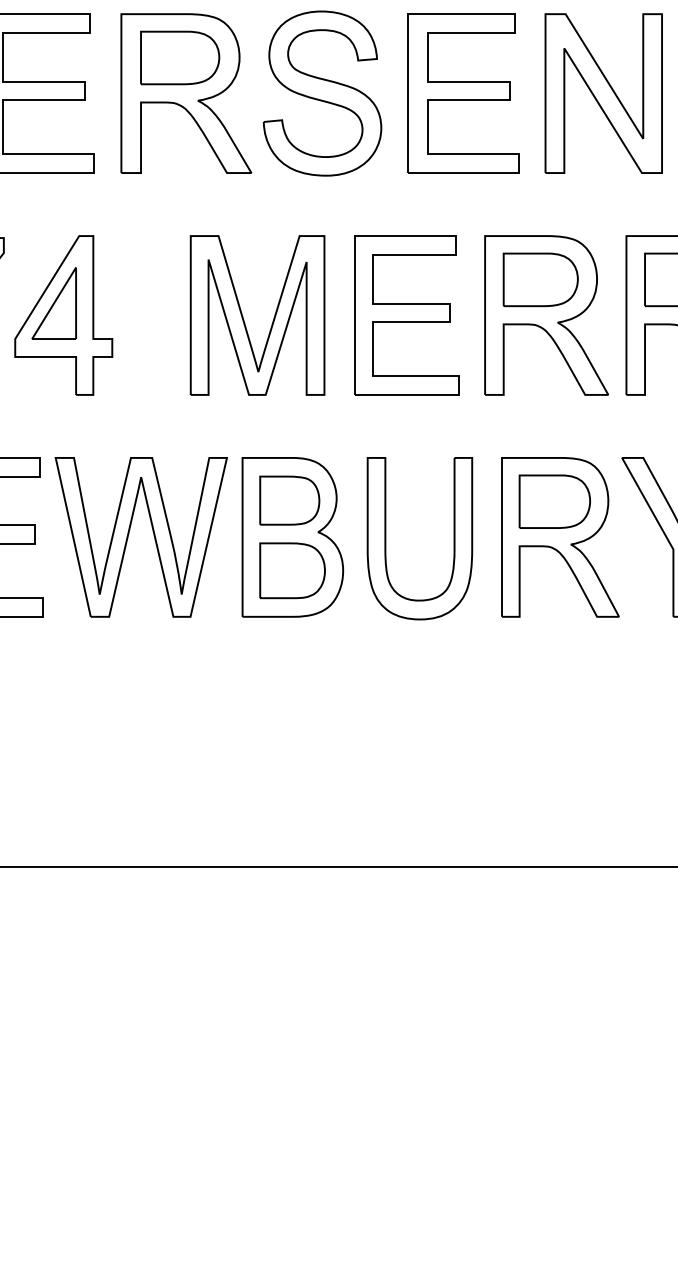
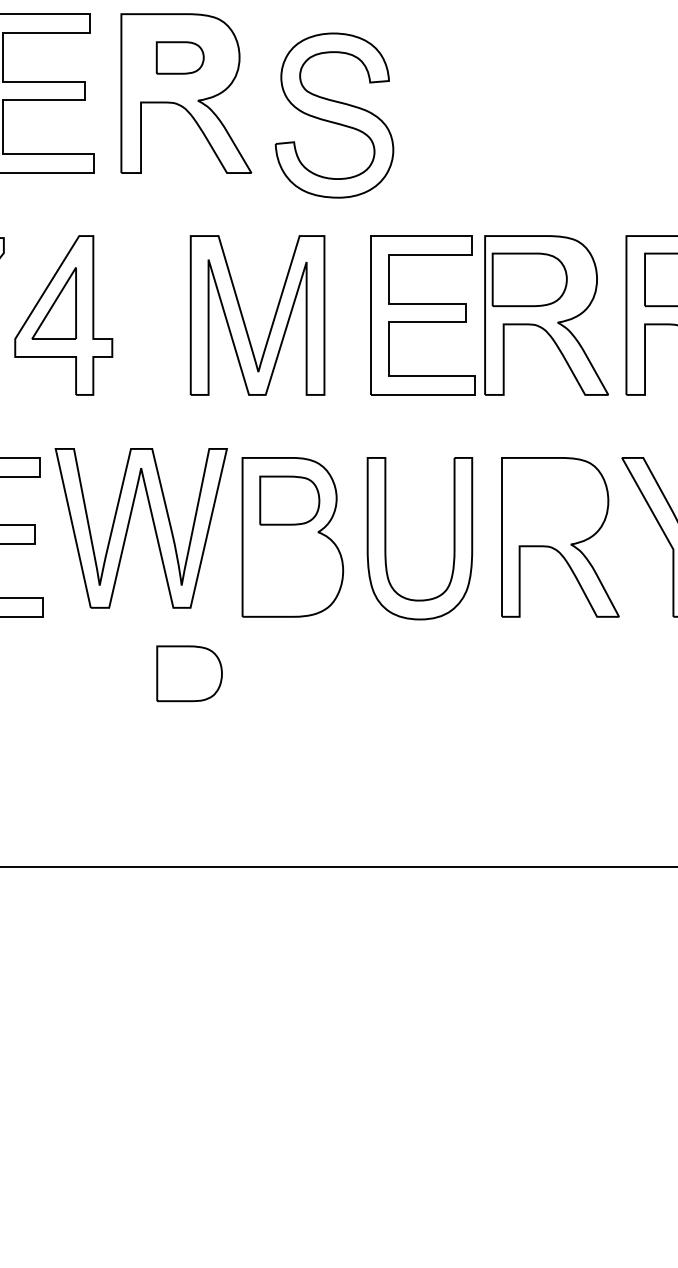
part at (180, 57) size: 81x56 px -> 50x34 px
part at (322, 93) position: (322, 93) -> (334, 115)
part at (463, 93): present -> none
part at (603, 93): present -> none
part at (540, 279) position: (540, 279) -> (529, 279)
part at (406, 315) position: (406, 315) -> (422, 315)
part at (554, 501): present -> none
part at (129, 534) position: (129, 534) -> (129, 525)
part at (292, 570) position: (292, 570) -> (189, 673)
